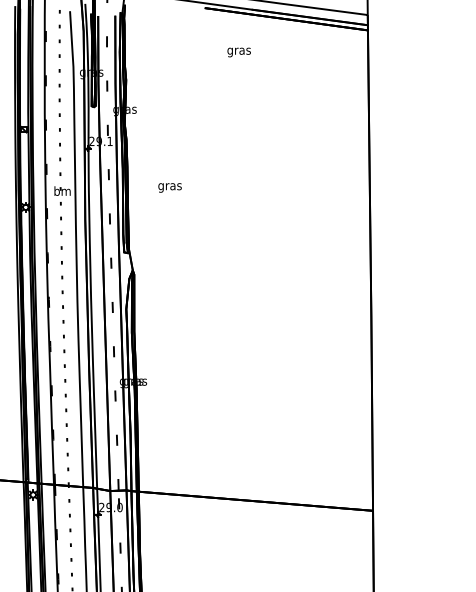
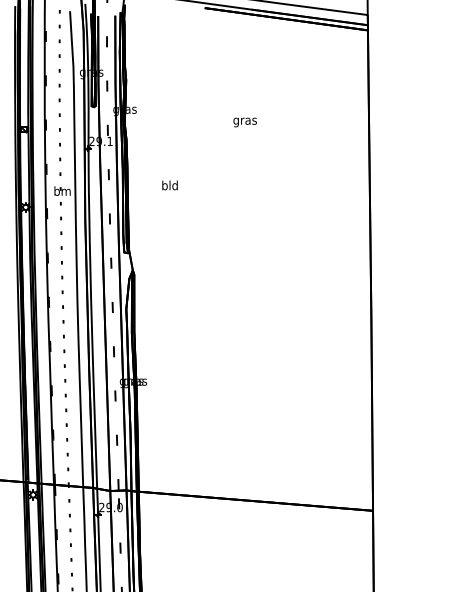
text at (238, 52) position: (238, 52) -> (244, 122)
text at (169, 186): gras -> bld
